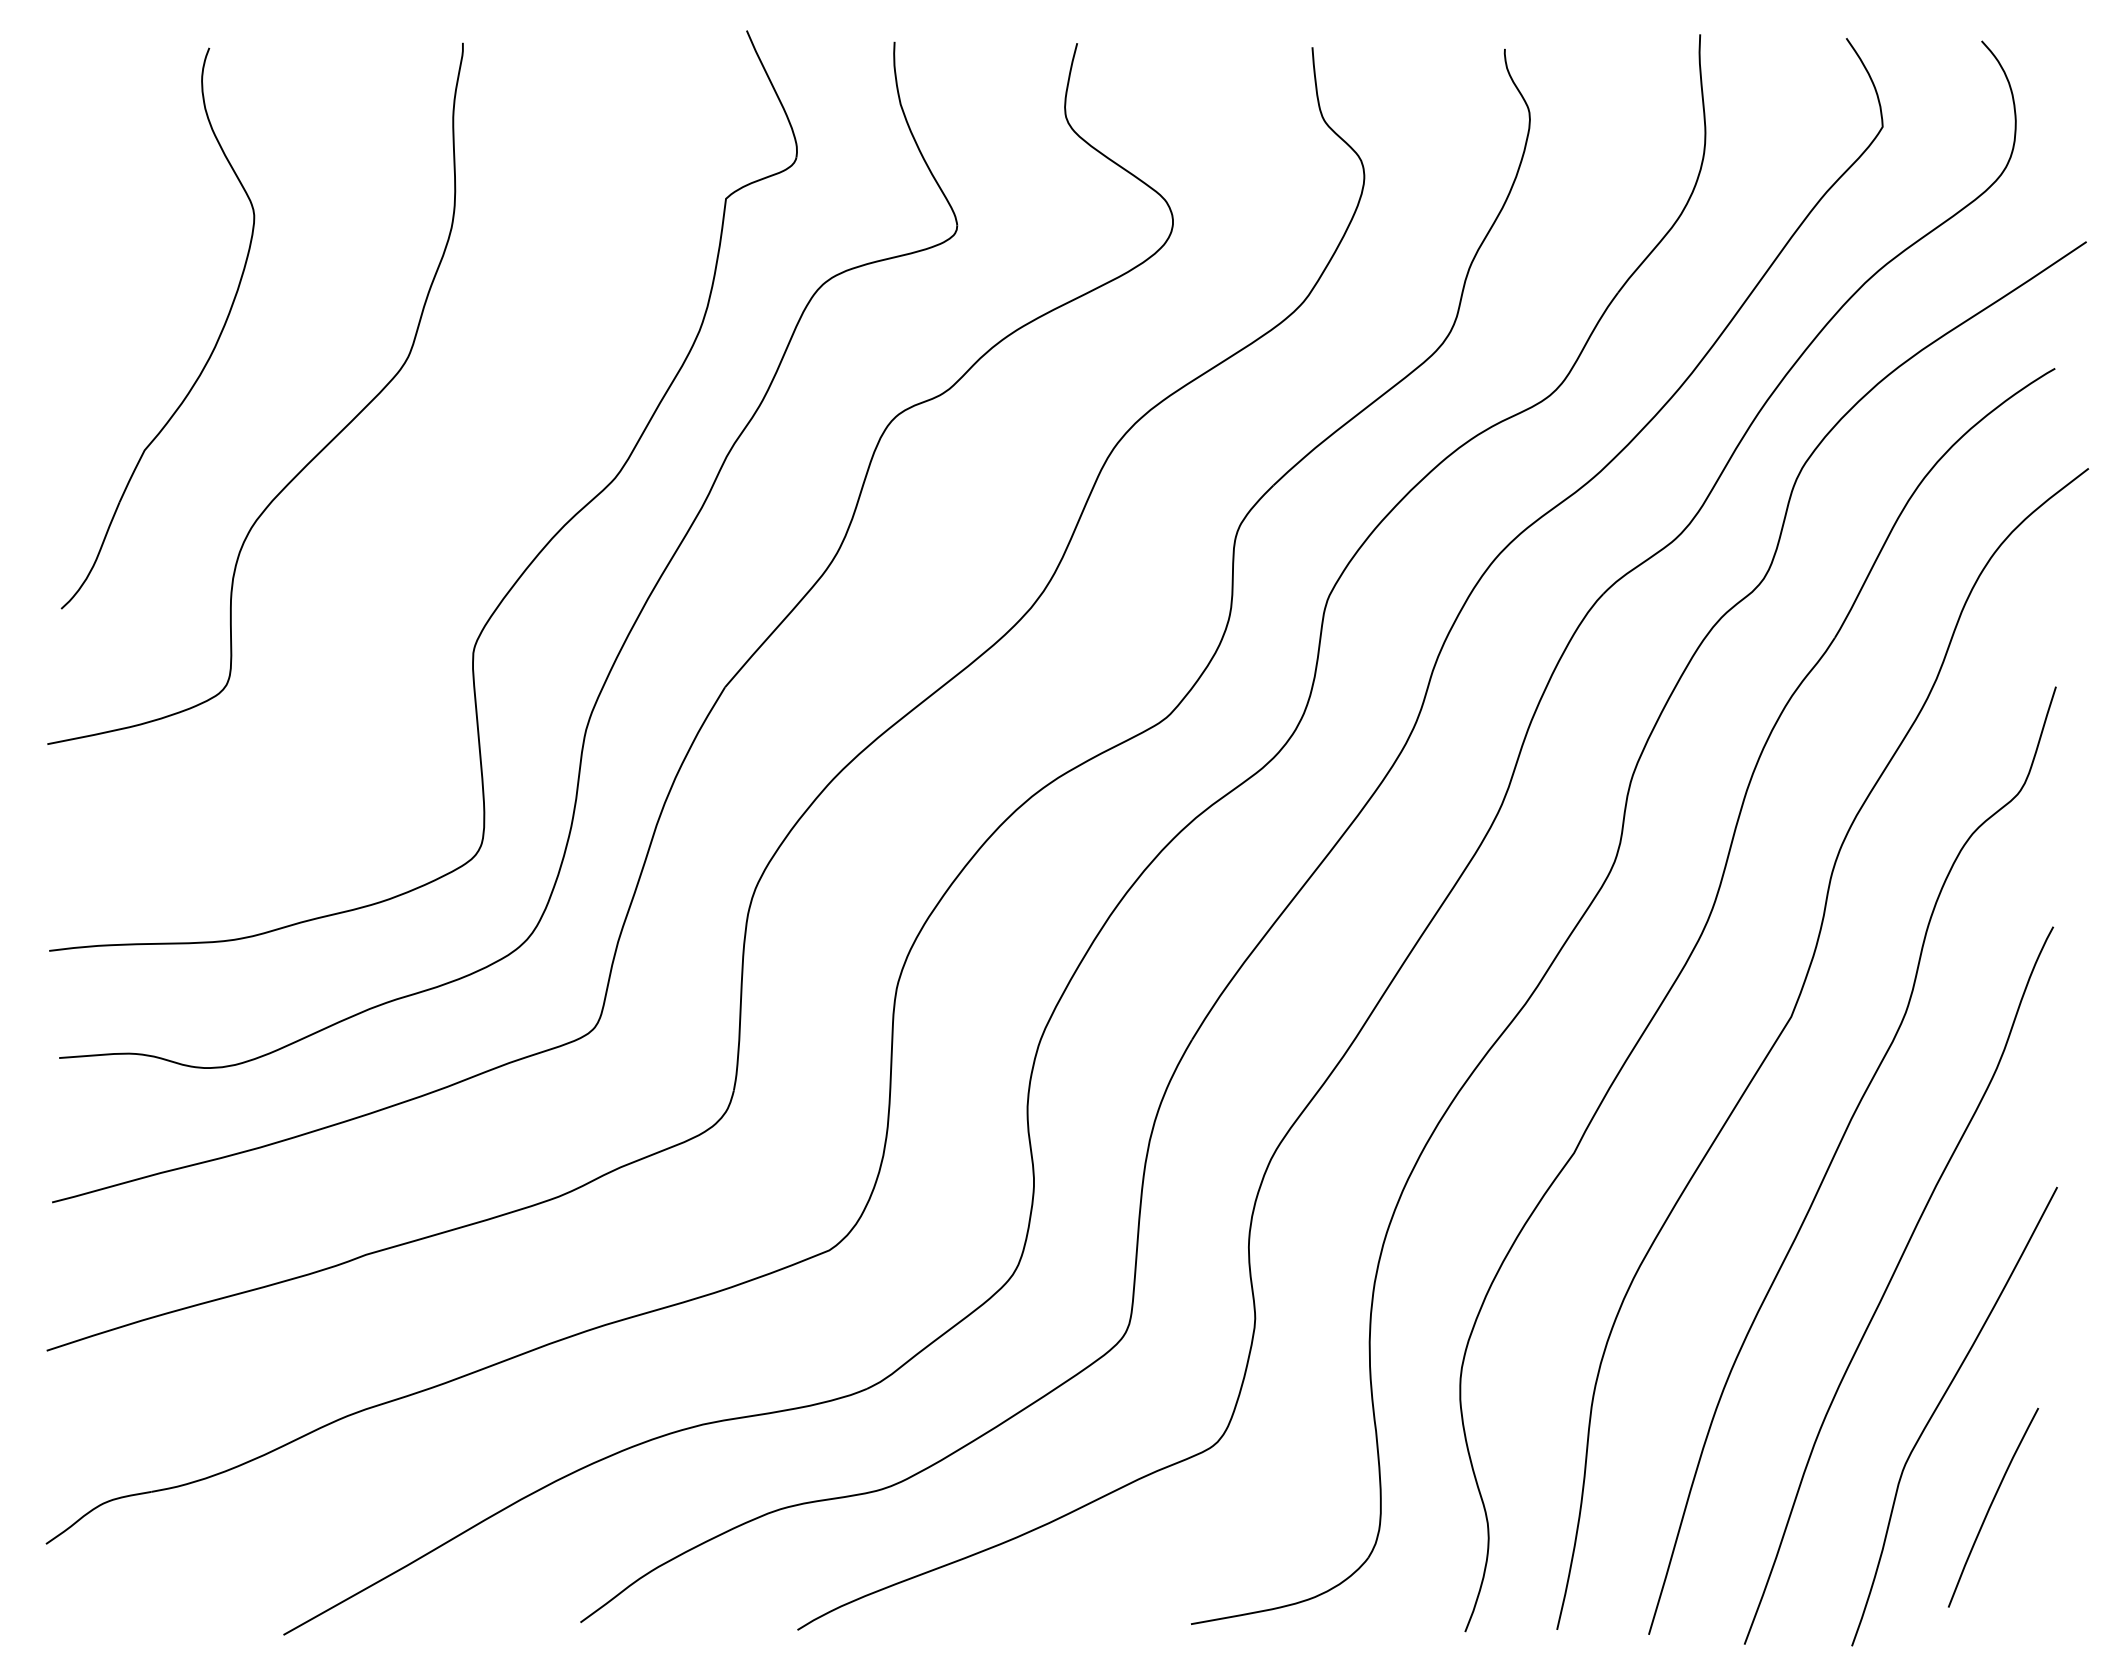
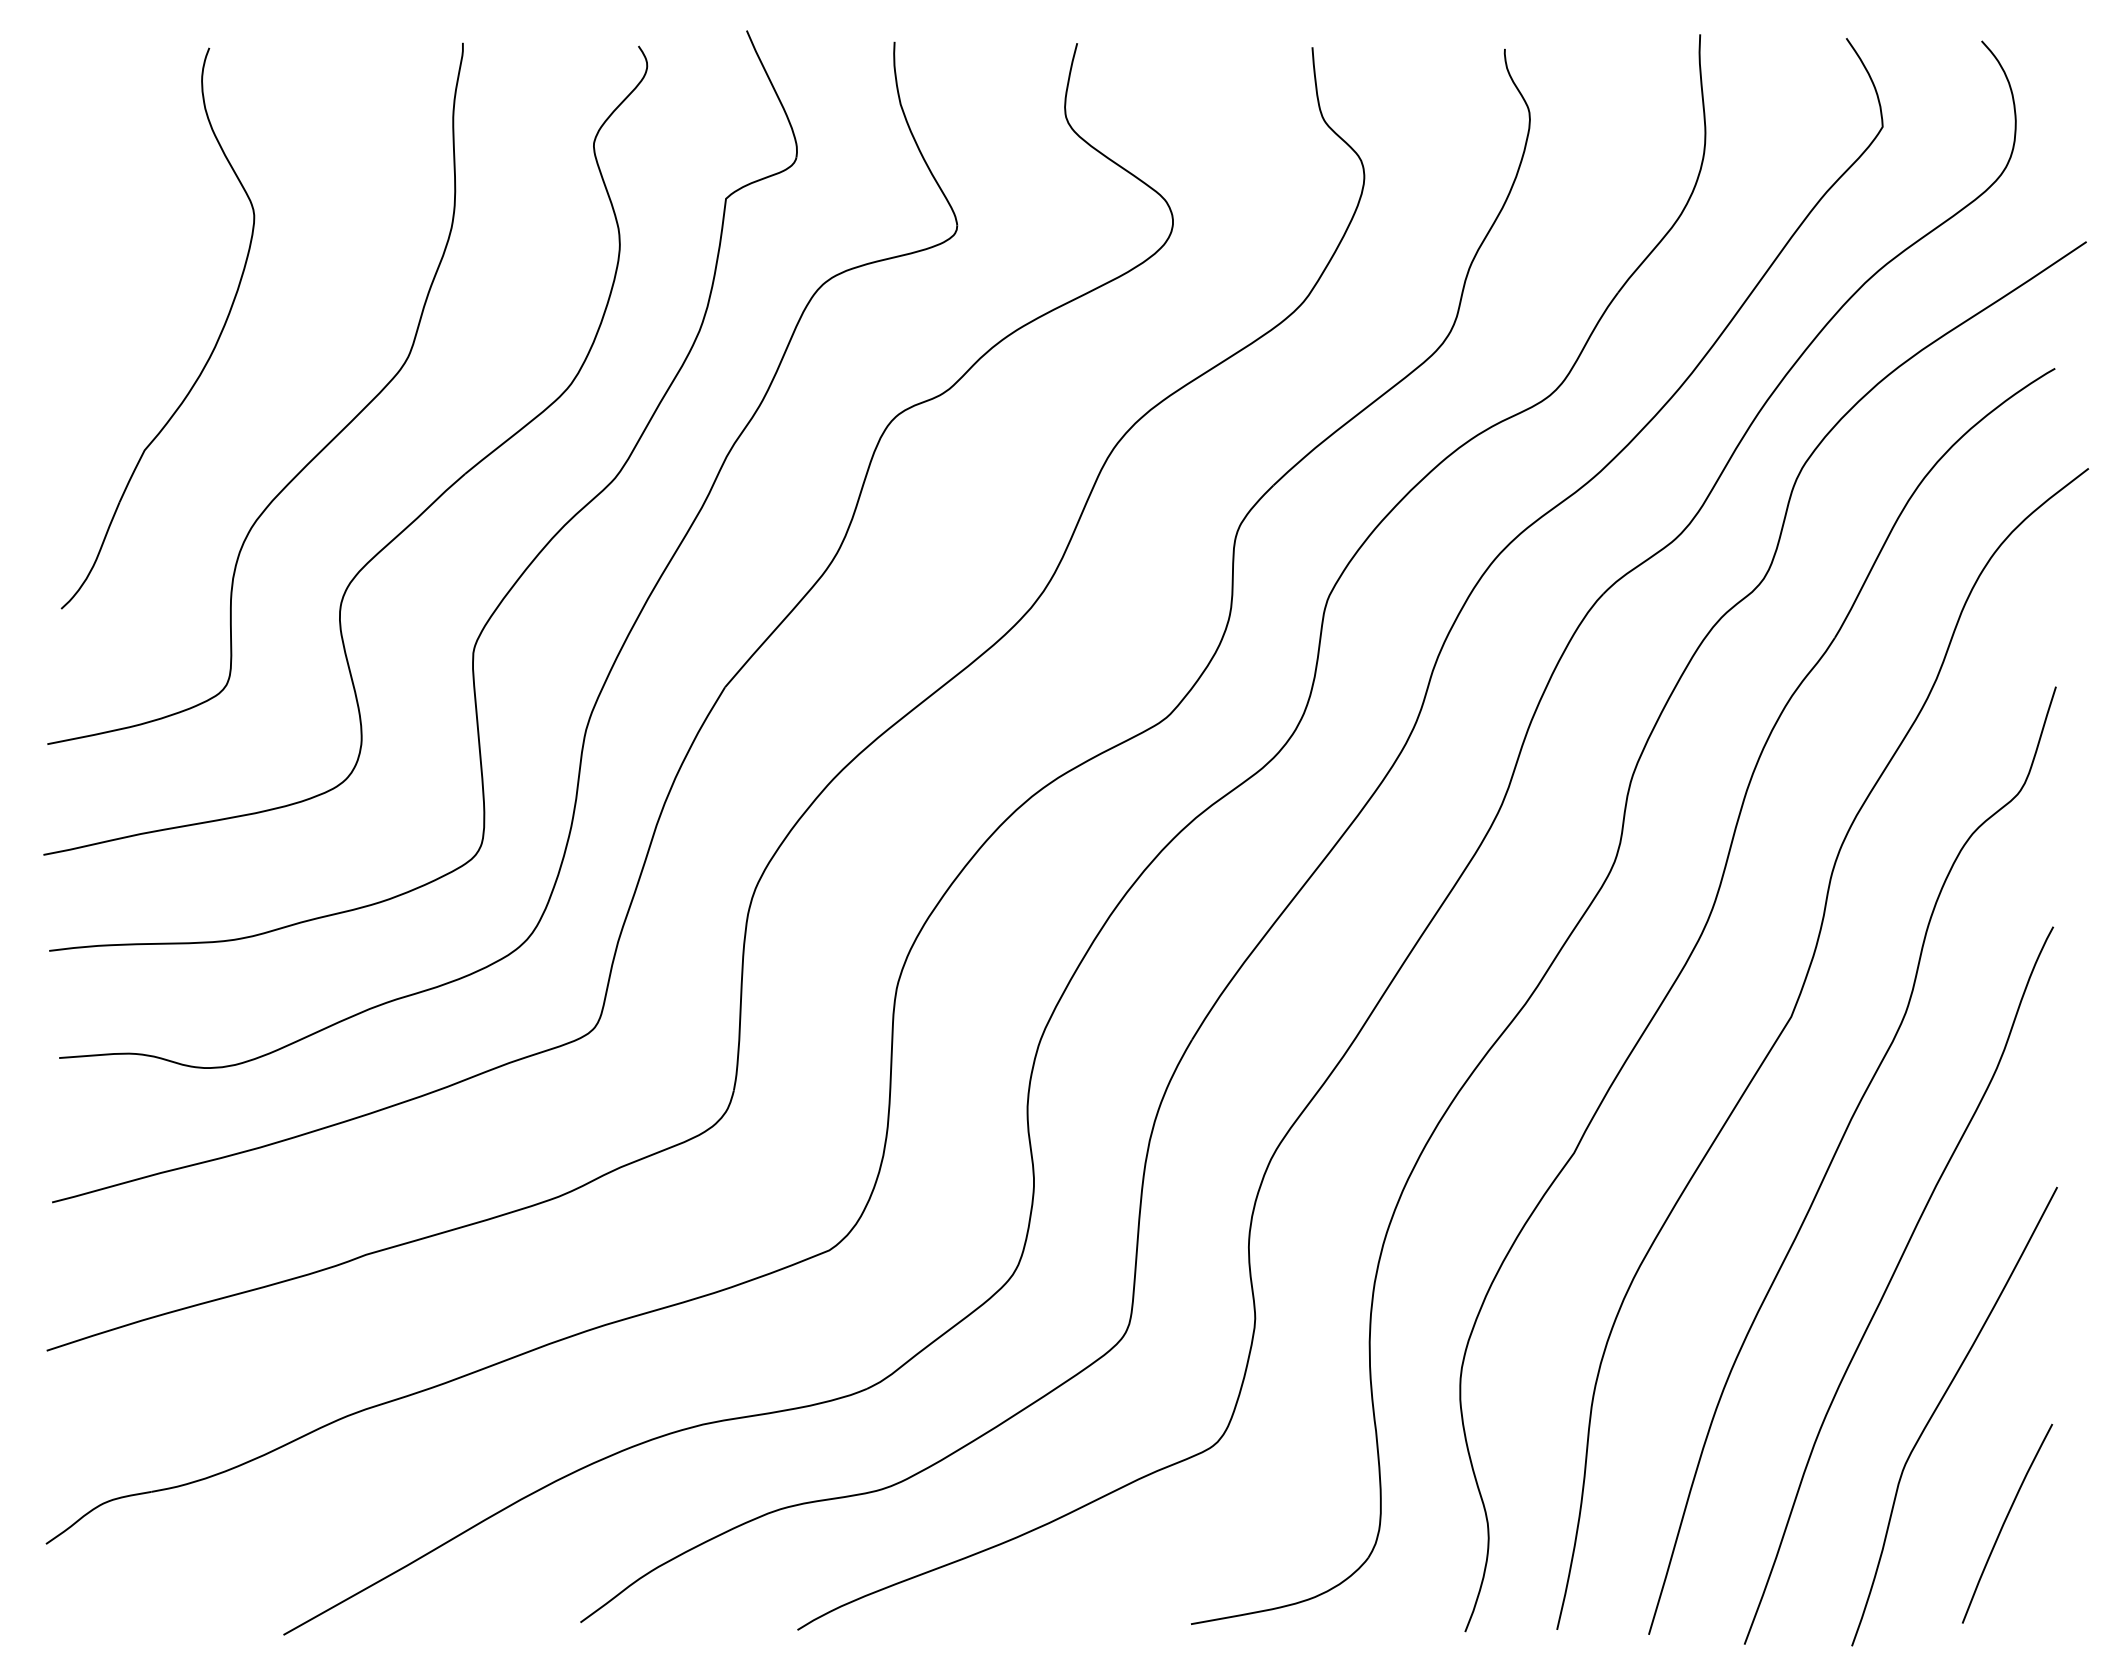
part at (409, 523): none -> present
curve at (1991, 1506) position: (1991, 1506) -> (2005, 1522)
